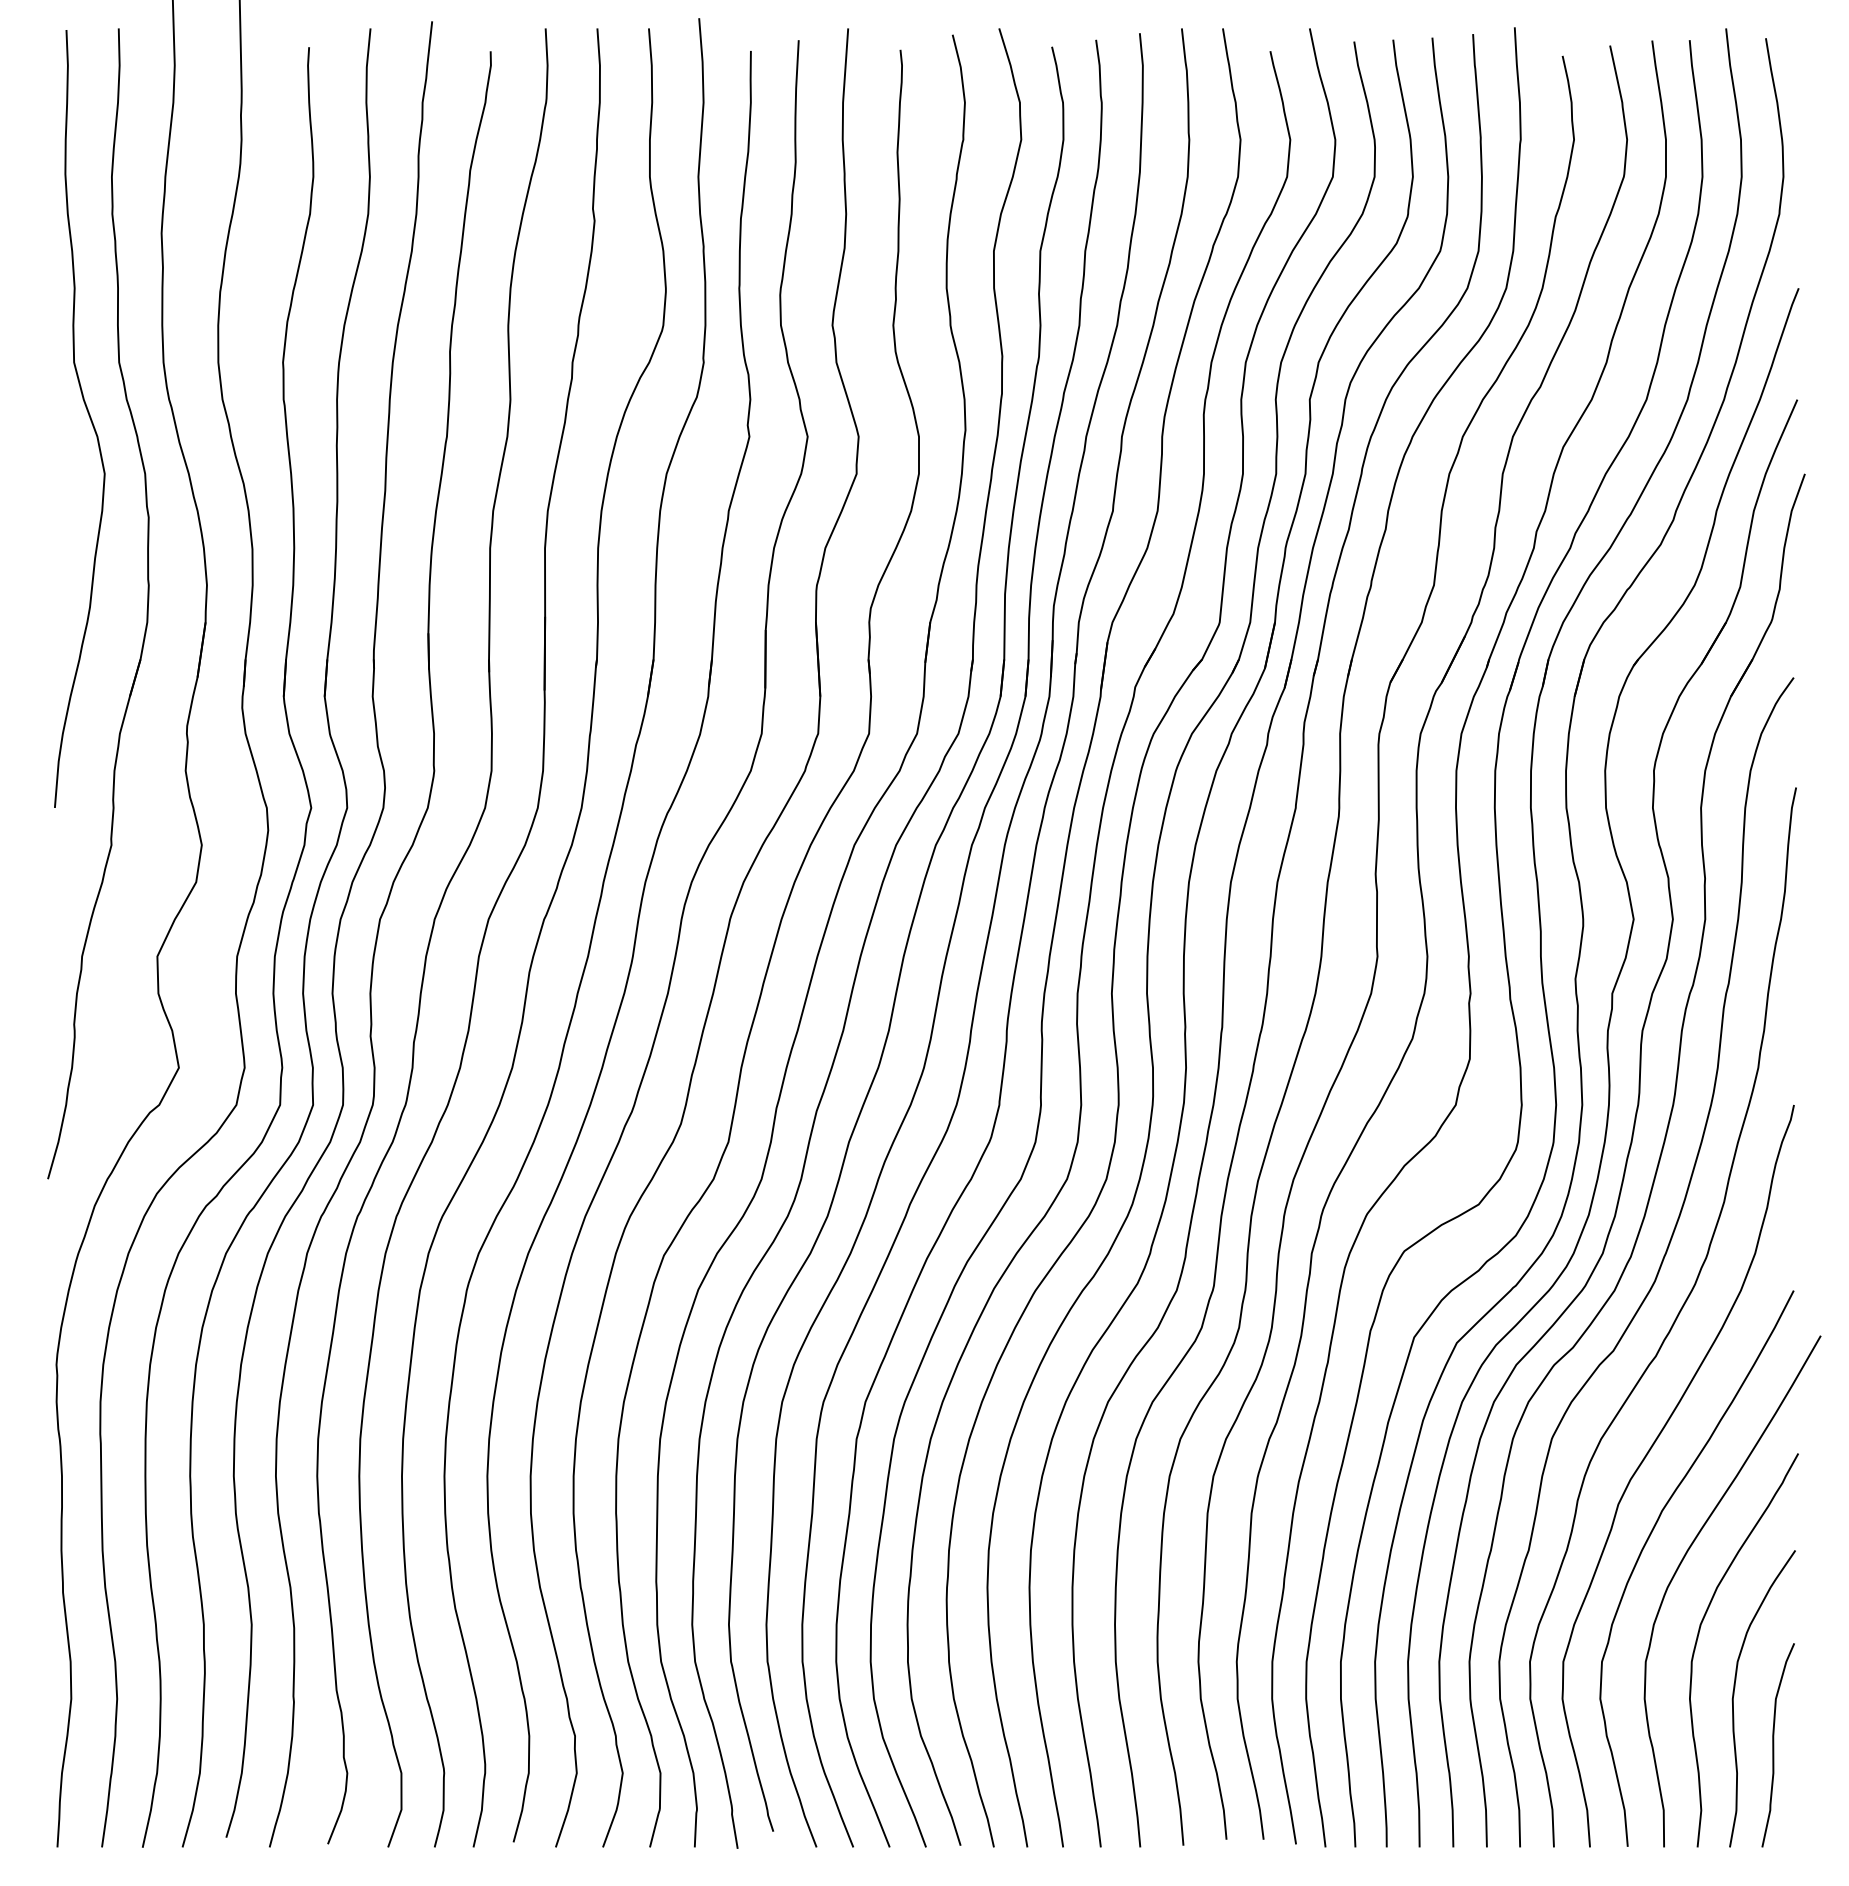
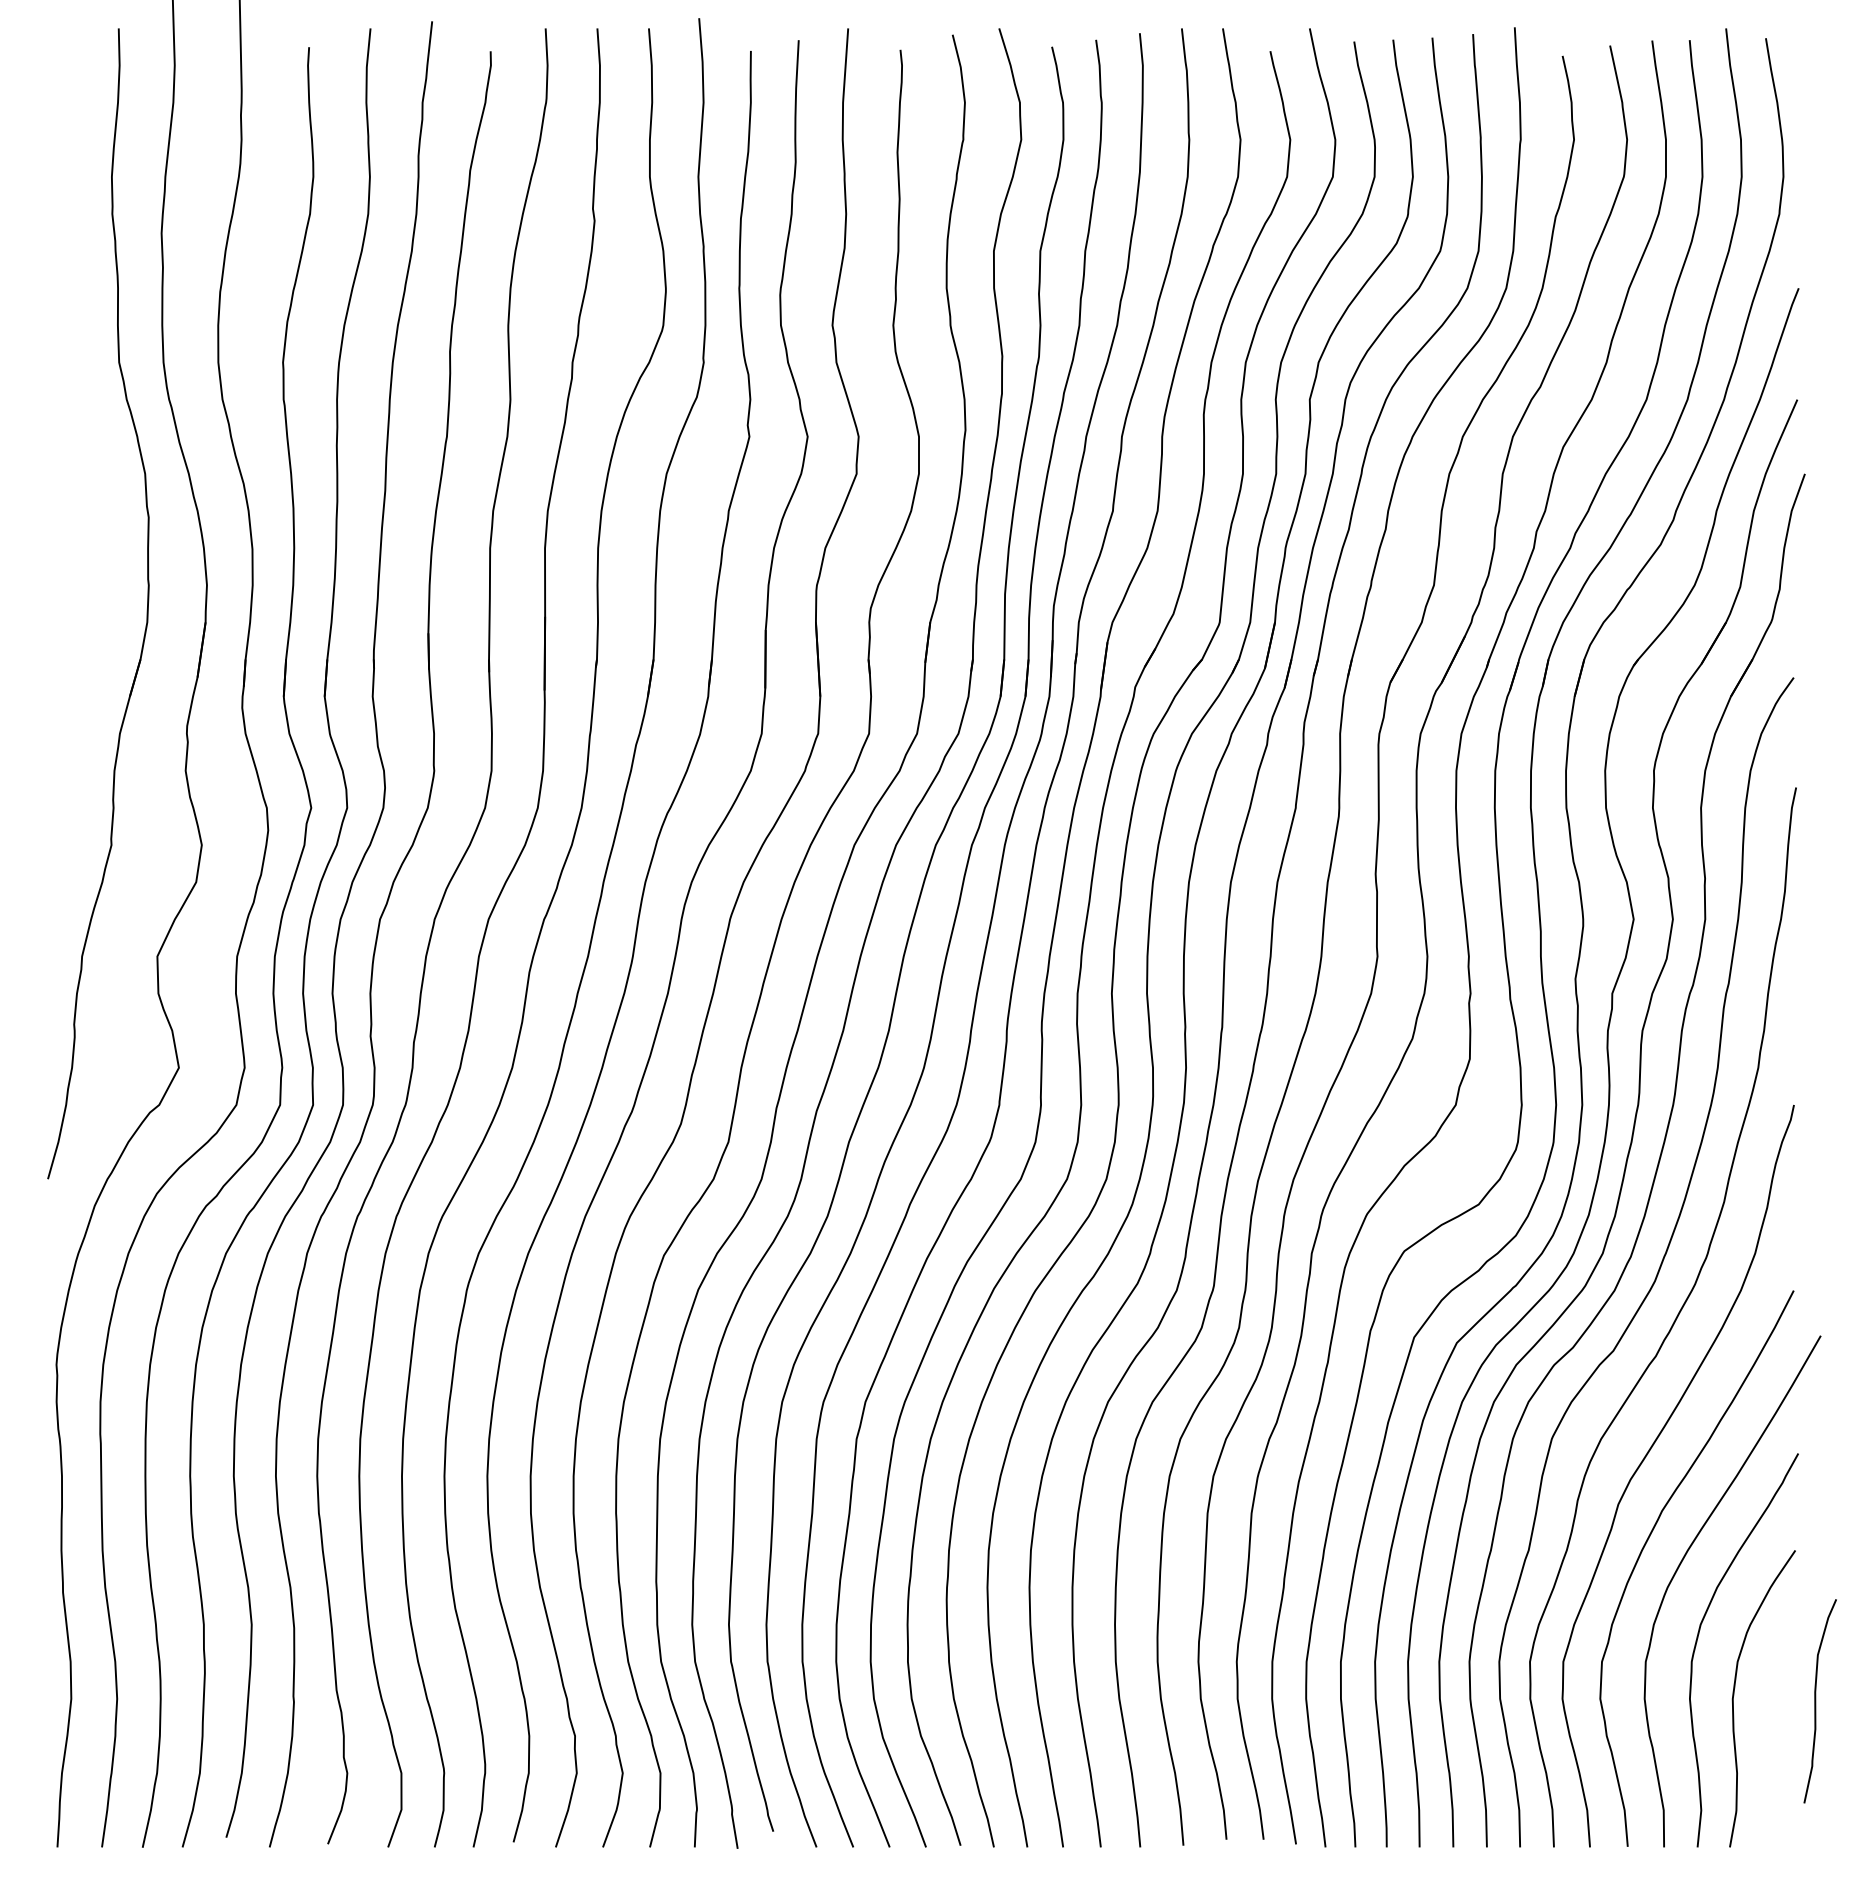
curve at (87, 413): present -> none
curve at (1774, 1745) position: (1774, 1745) -> (1816, 1701)
